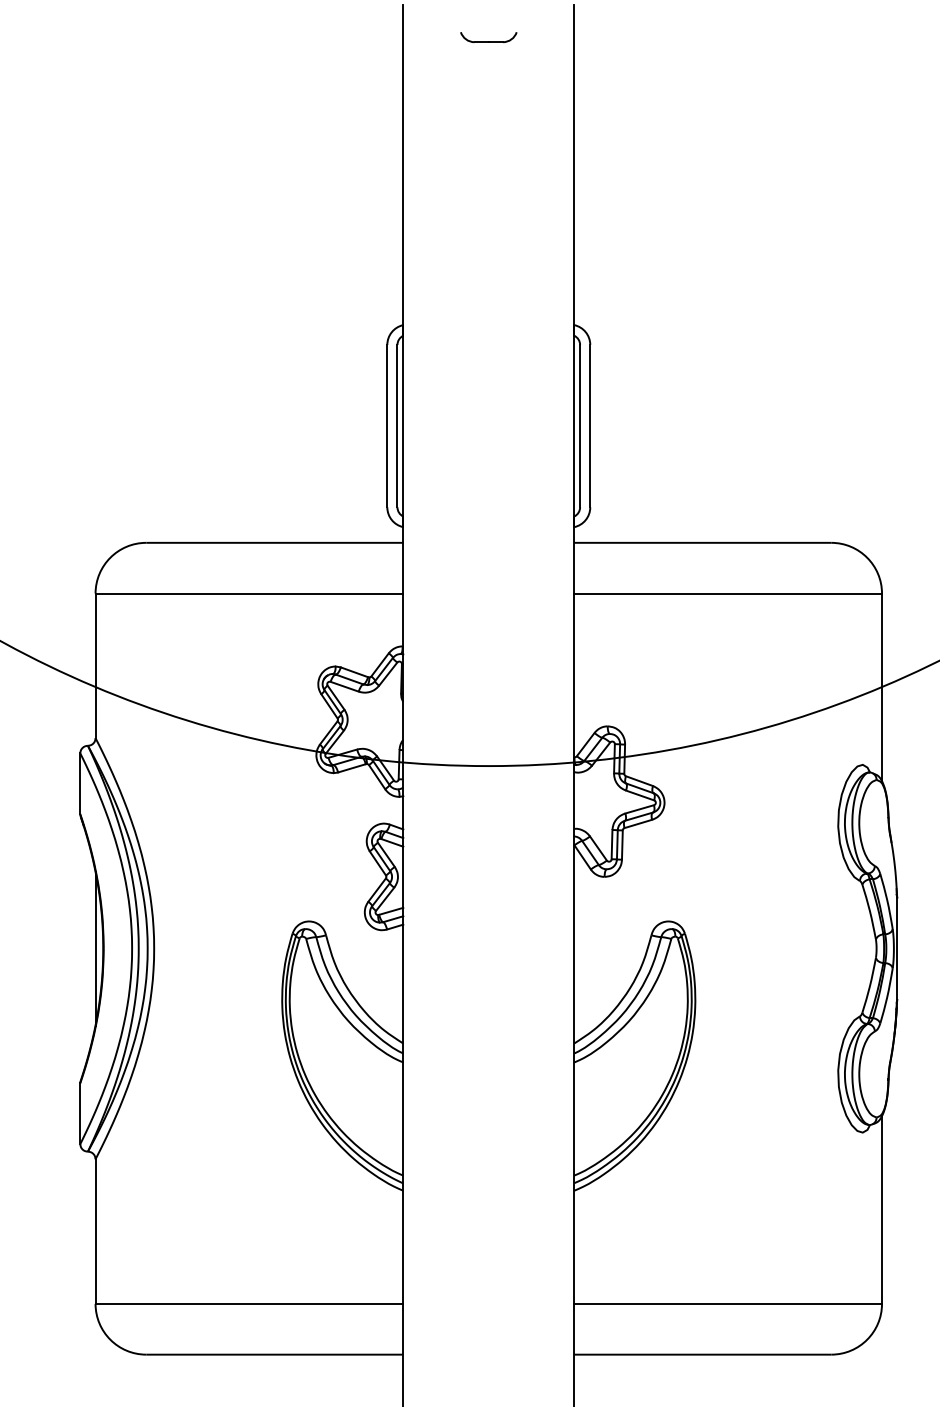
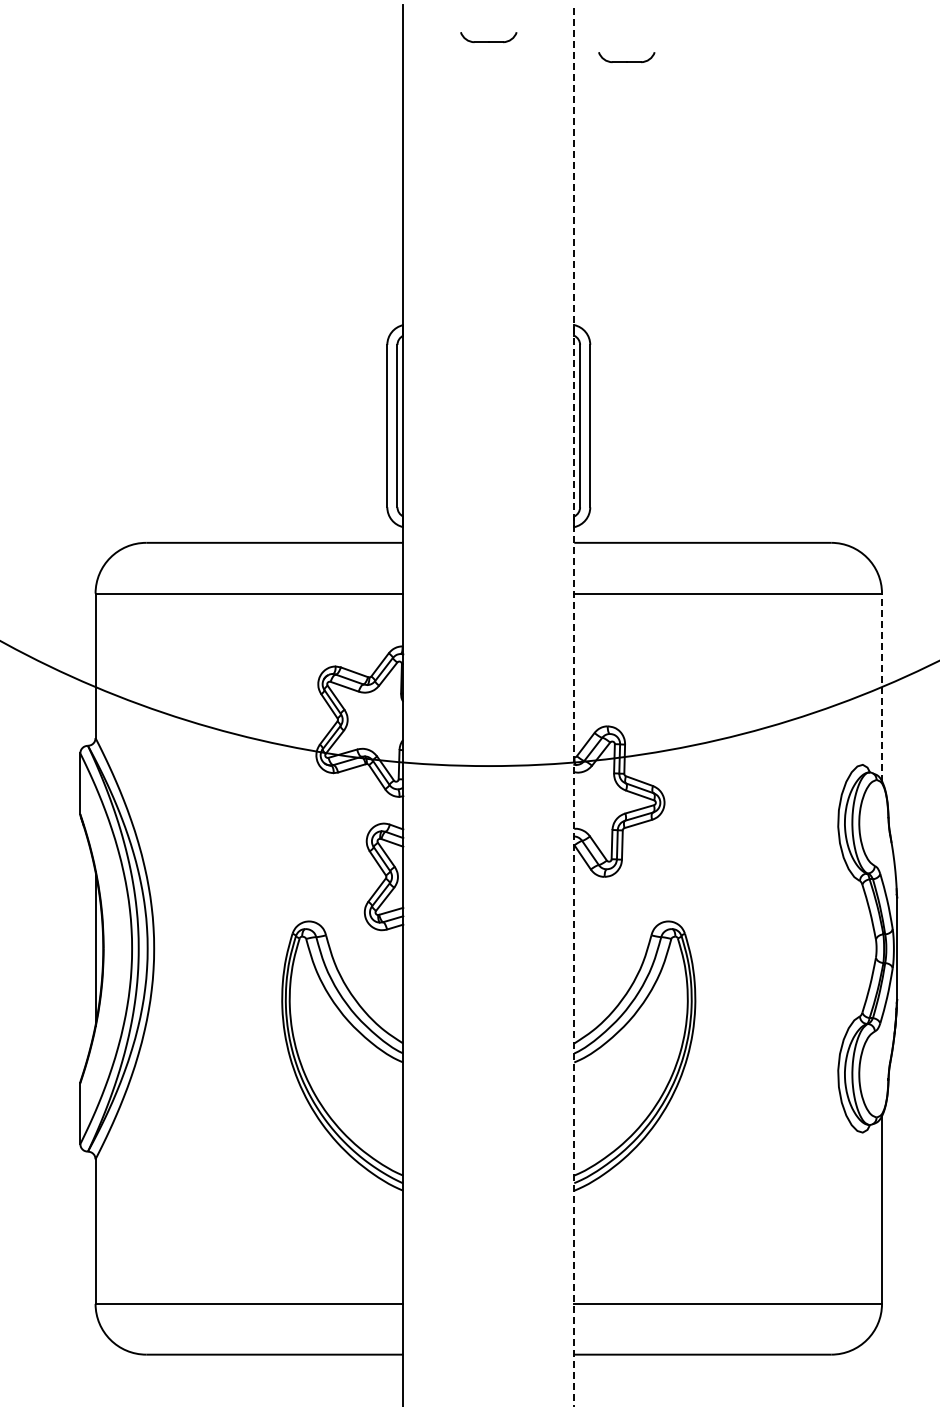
part at (626, 57): none -> present
line at (882, 687): solid -> dashed
line at (574, 705): solid -> dashed
